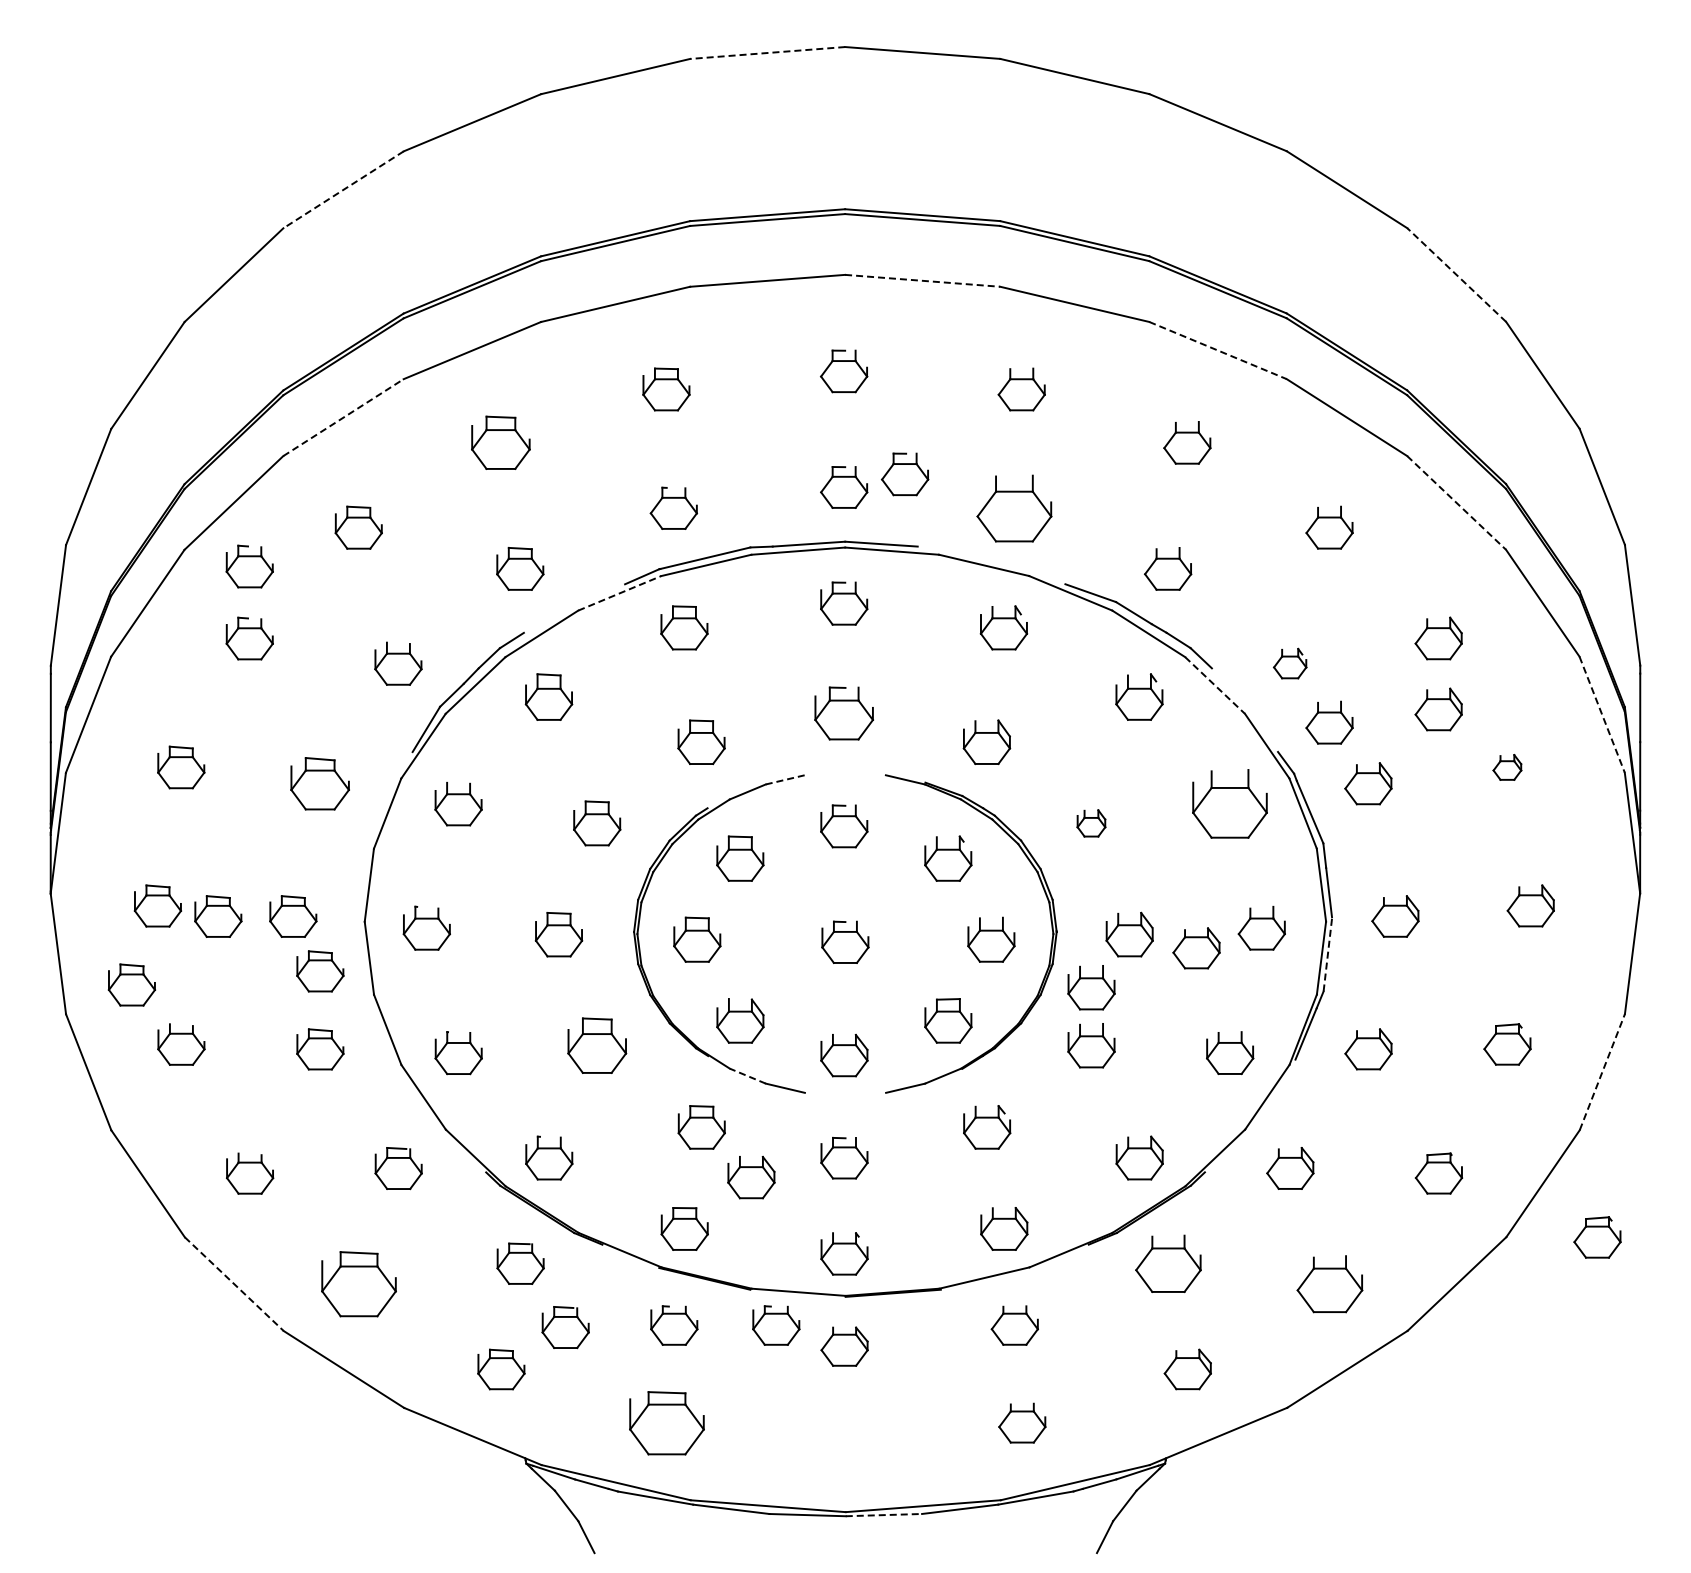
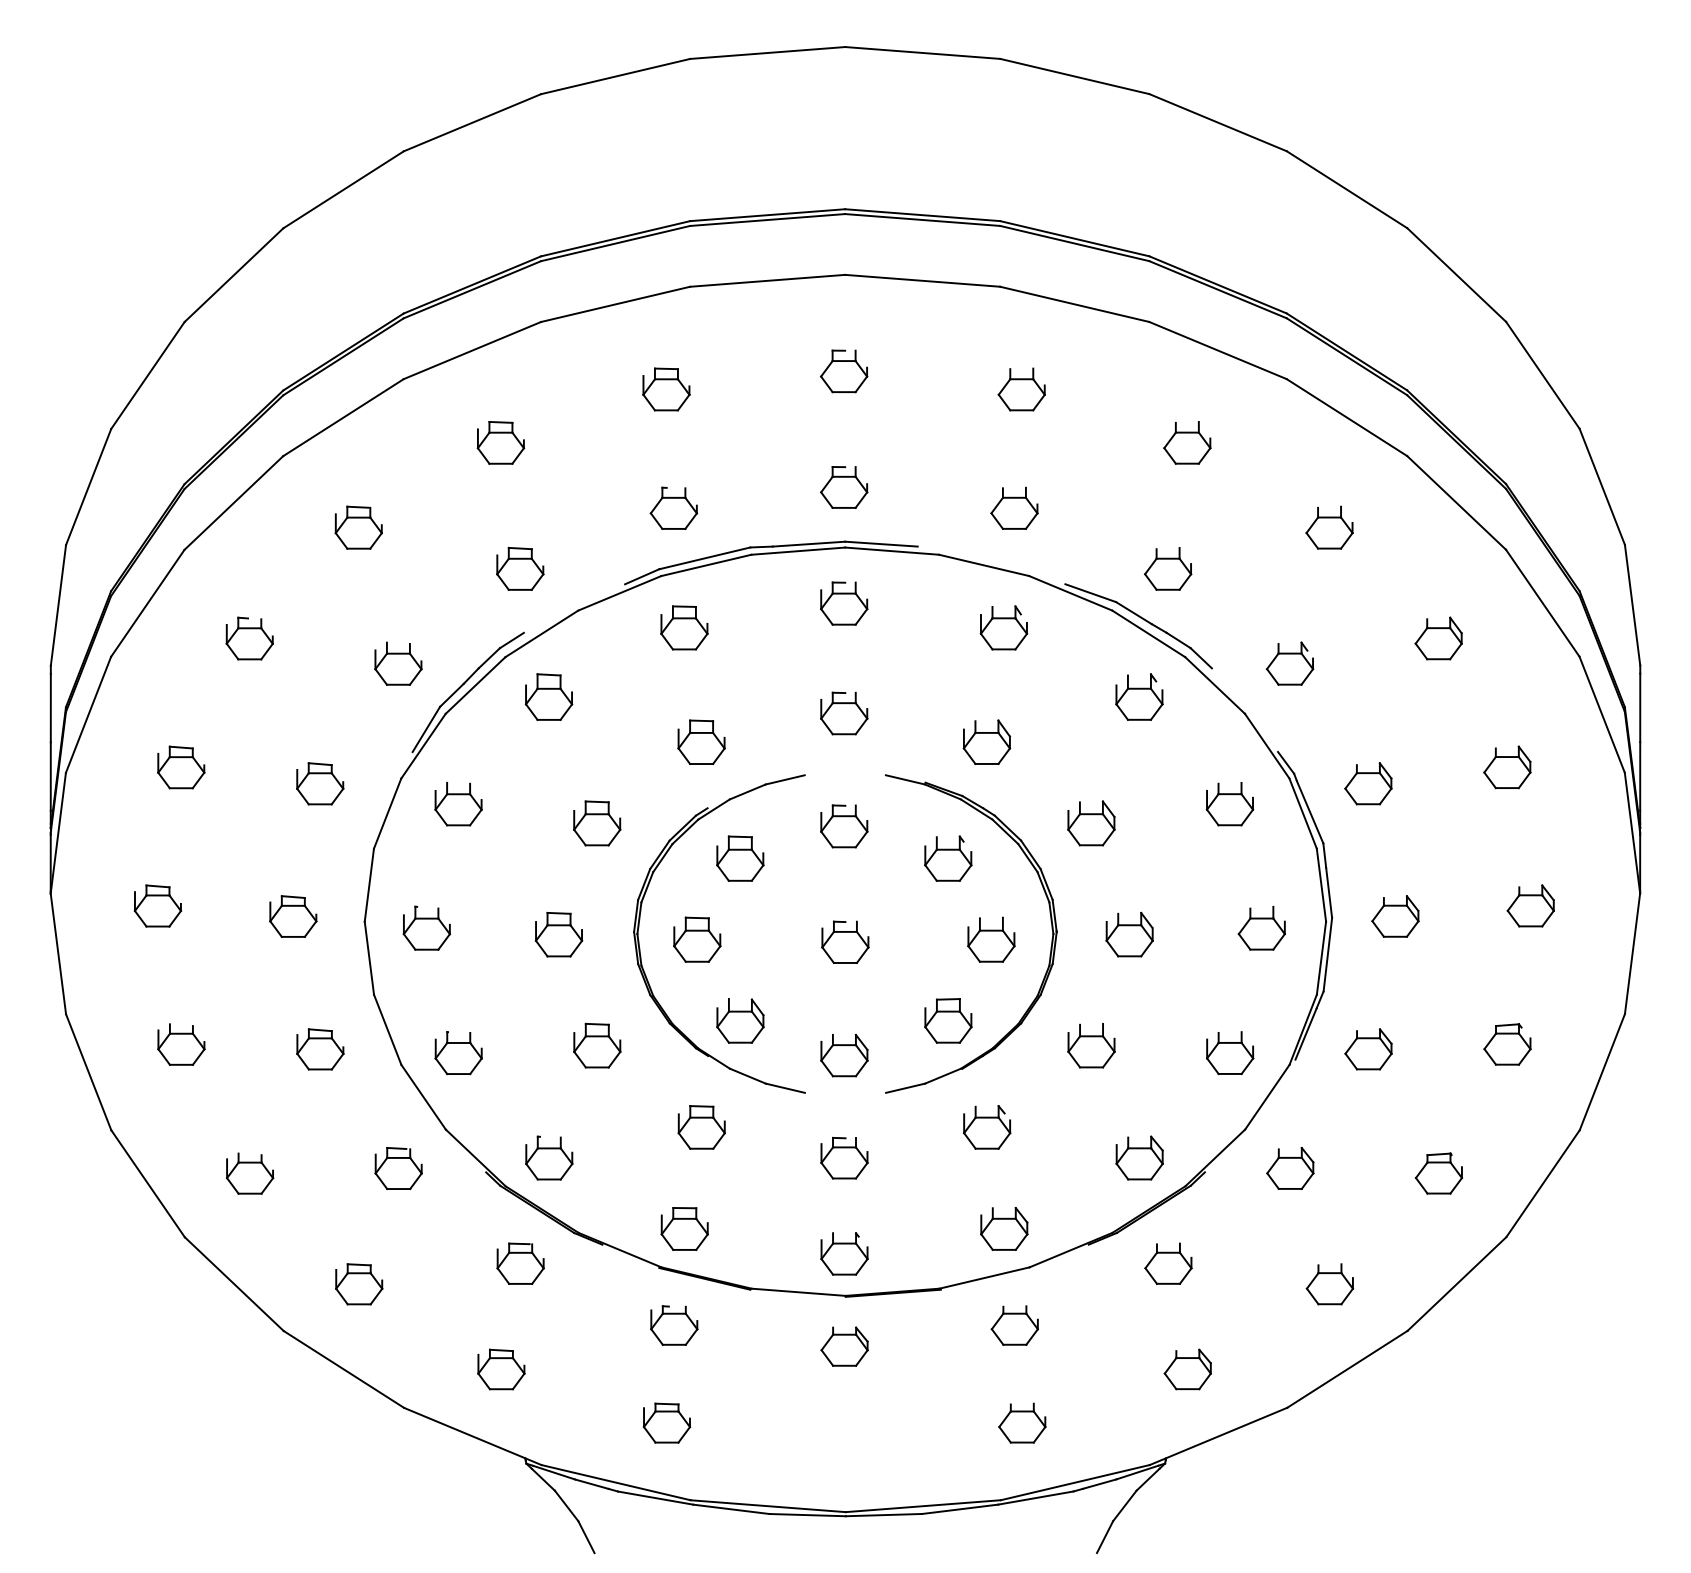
line at (767, 53): dashed -> solid
line at (343, 190): dashed -> solid
line at (1456, 274): dashed -> solid
line at (922, 280): dashed -> solid
line at (1218, 350): dashed -> solid
line at (343, 417): dashed -> solid
part at (500, 442) size: 60x55 px -> 50x44 px
part at (905, 474): present -> none
line at (1456, 503): dashed -> solid
part at (1014, 508) size: 77x69 px -> 49x44 px
part at (249, 566): present -> none
line at (619, 593): dashed -> solid
part at (1289, 663) size: 36x33 px -> 49x45 px
line at (1215, 685): dashed -> solid
part at (1438, 709): present -> none
part at (843, 713) size: 60x55 px -> 49x45 px
line at (1602, 715): dashed -> solid
part at (1329, 722): present -> none
part at (1507, 767) size: 31x27 px -> 49x45 px
line at (785, 779): dashed -> solid
part at (319, 783) size: 60x54 px -> 49x44 px
part at (1229, 803) size: 76x70 px -> 50x45 px
part at (1091, 823) size: 31x29 px -> 49x47 px
part at (218, 916): present -> none
part at (1196, 948): present -> none
line at (1327, 954): dashed -> solid
part at (320, 971): present -> none
part at (131, 984): present -> none
part at (1091, 987): present -> none
part at (597, 1045) size: 61x57 px -> 49x47 px
line at (1602, 1071): dashed -> solid
line at (747, 1075): dashed -> solid
part at (751, 1177): present -> none
part at (1597, 1237): present -> none
part at (1168, 1263) size: 67x59 px -> 49x43 px
line at (234, 1284): dashed -> solid
part at (358, 1284) size: 76x67 px -> 49x43 px
part at (1329, 1284) size: 68x59 px -> 50x43 px
part at (776, 1325): present -> none
part at (565, 1327): present -> none
part at (666, 1423) size: 76x65 px -> 50x42 px
line at (884, 1515): dashed -> solid
